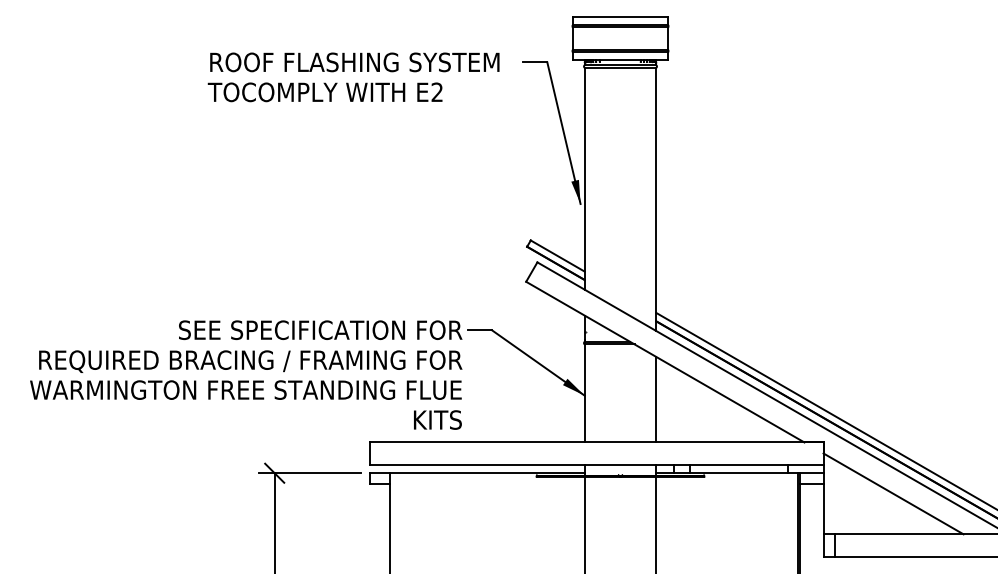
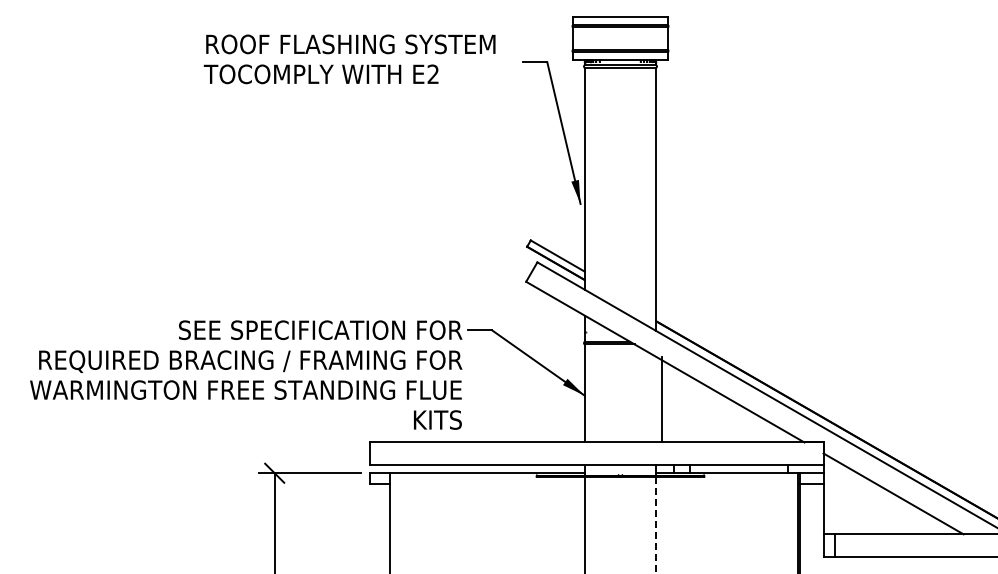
text at (353, 77) position: (353, 77) -> (349, 59)
line at (656, 399) position: (656, 399) -> (662, 399)
line at (825, 410): present -> none
line at (656, 525): solid -> dashed
